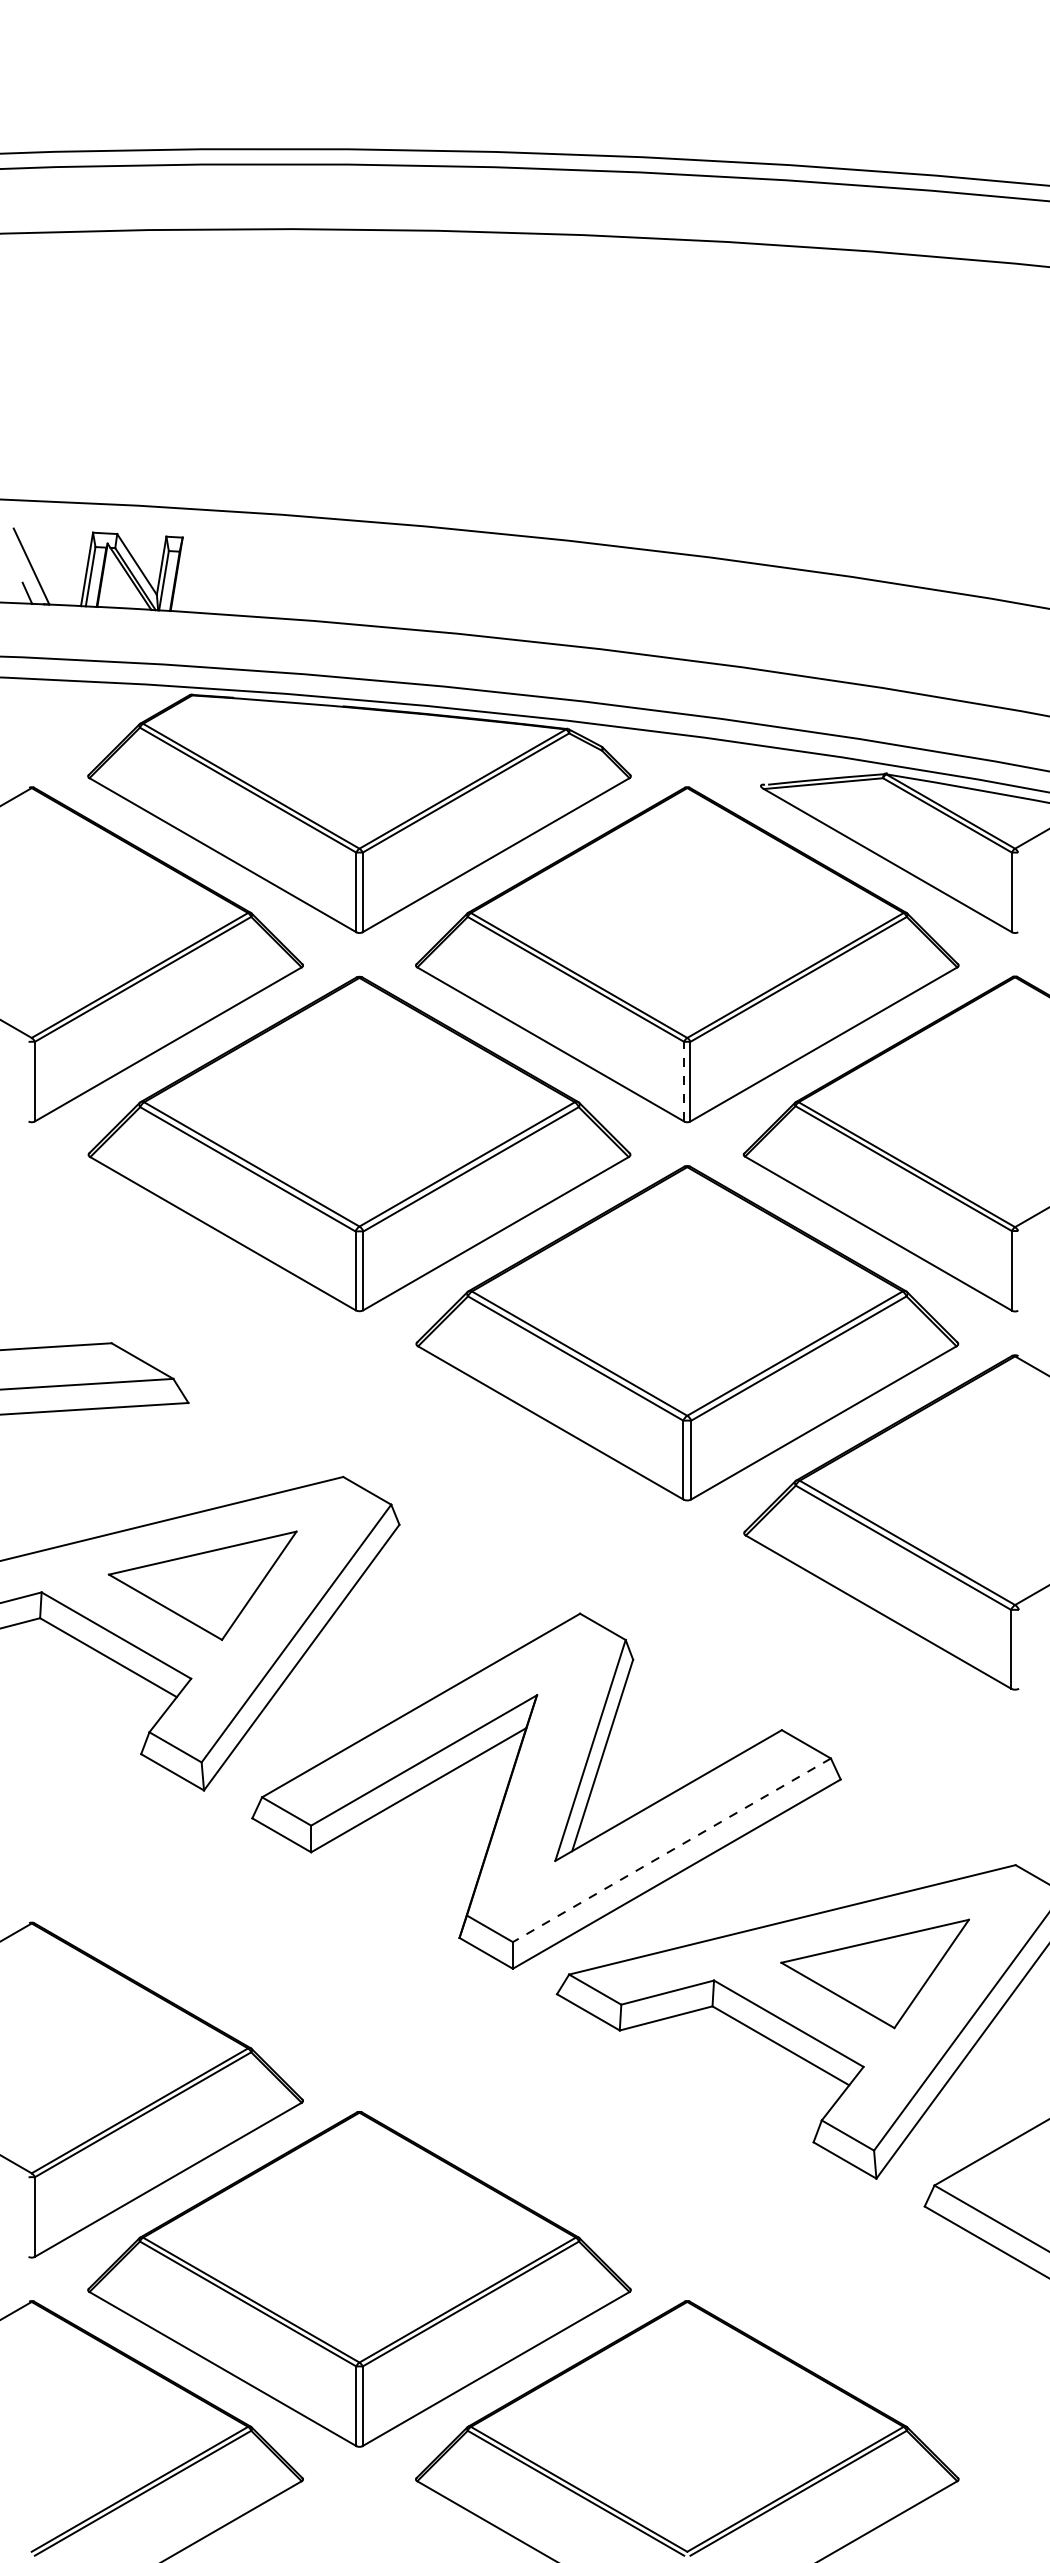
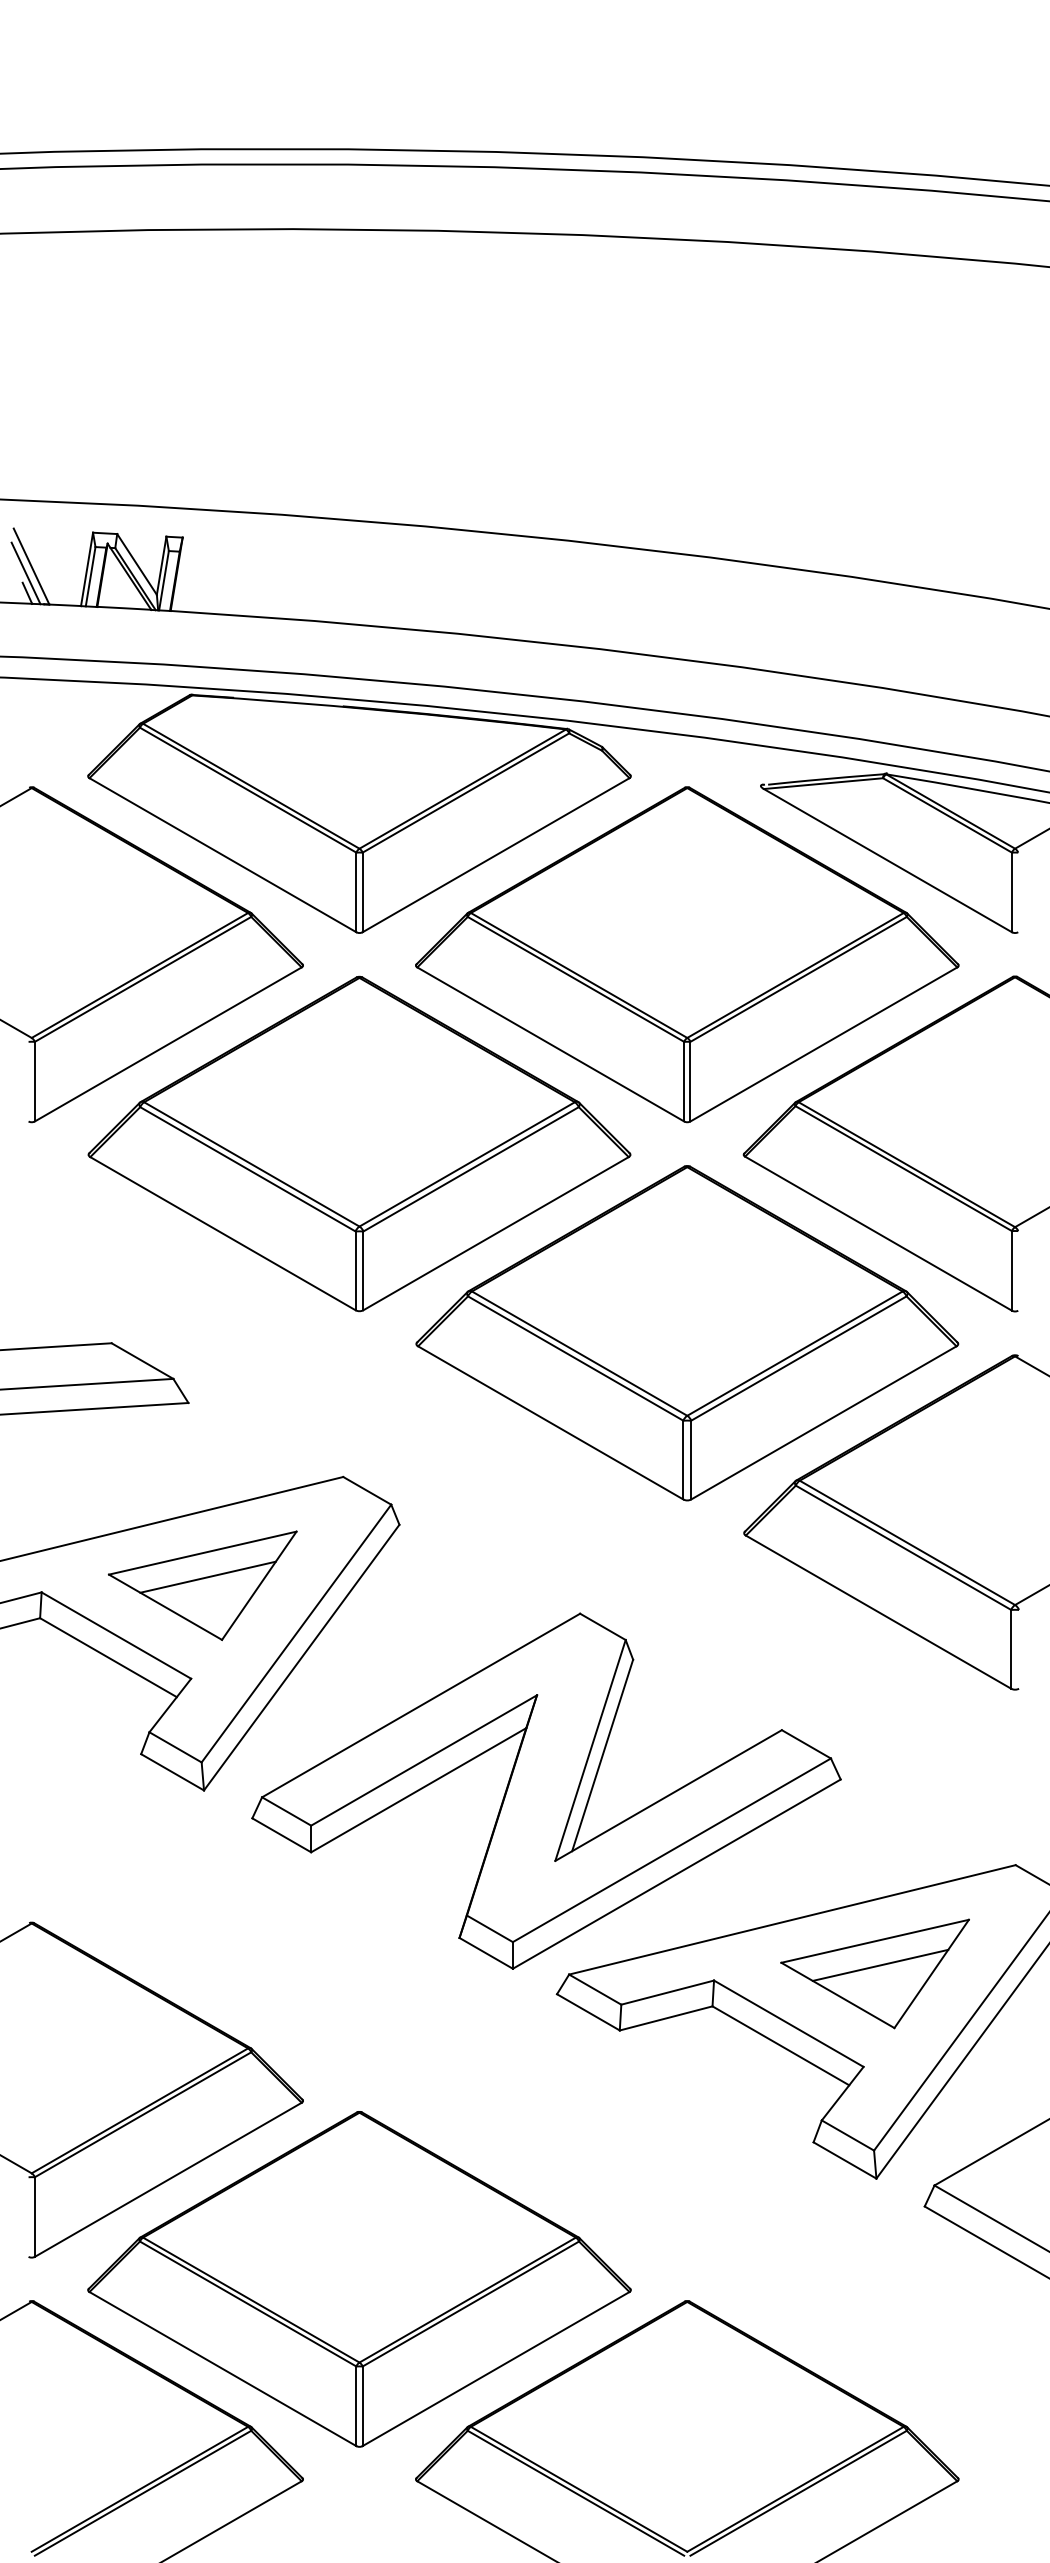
line at (25, 573): none -> present
line at (684, 1081): dashed -> solid
line at (207, 1576): none -> present
line at (671, 1850): dashed -> solid
line at (880, 1964): none -> present
